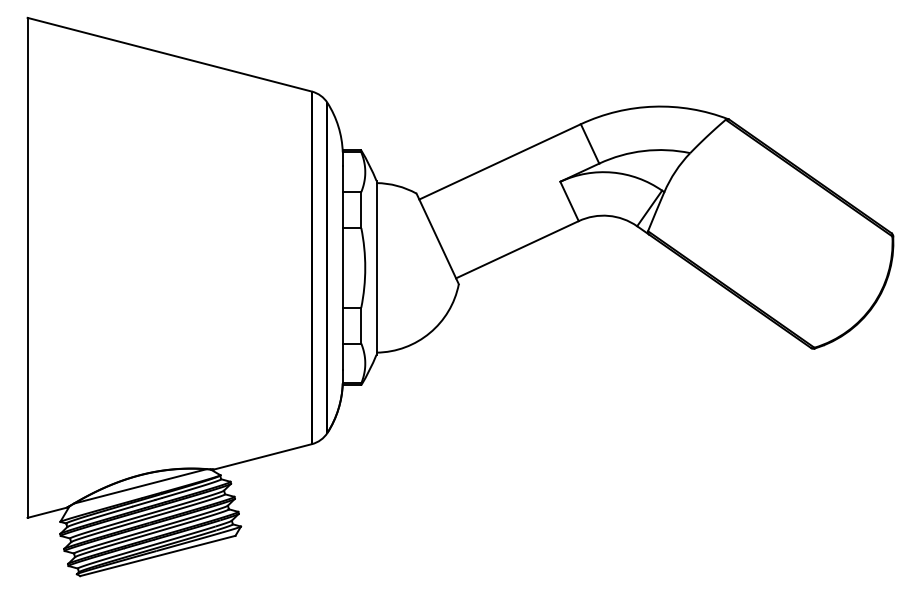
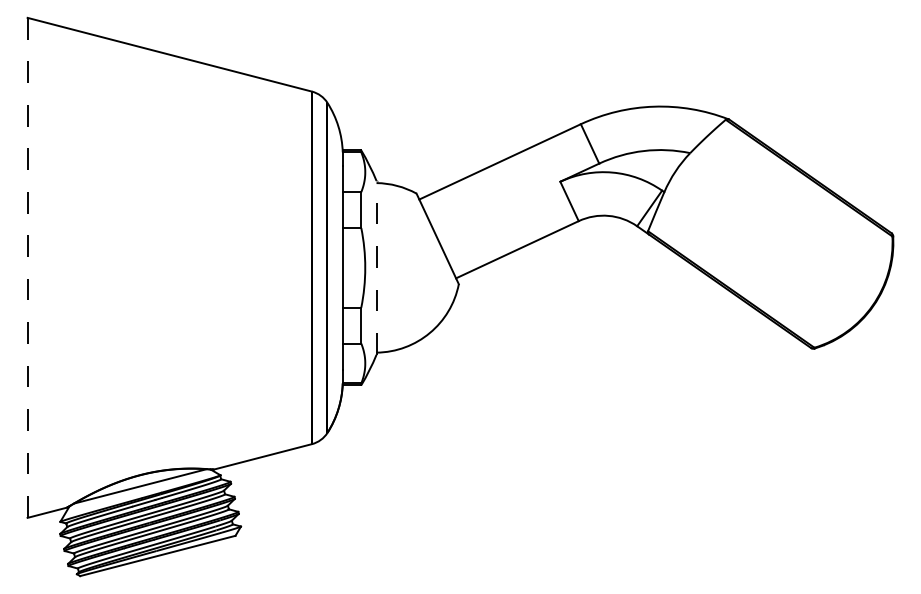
line at (27, 267): solid -> dashed
line at (376, 267): solid -> dashed
